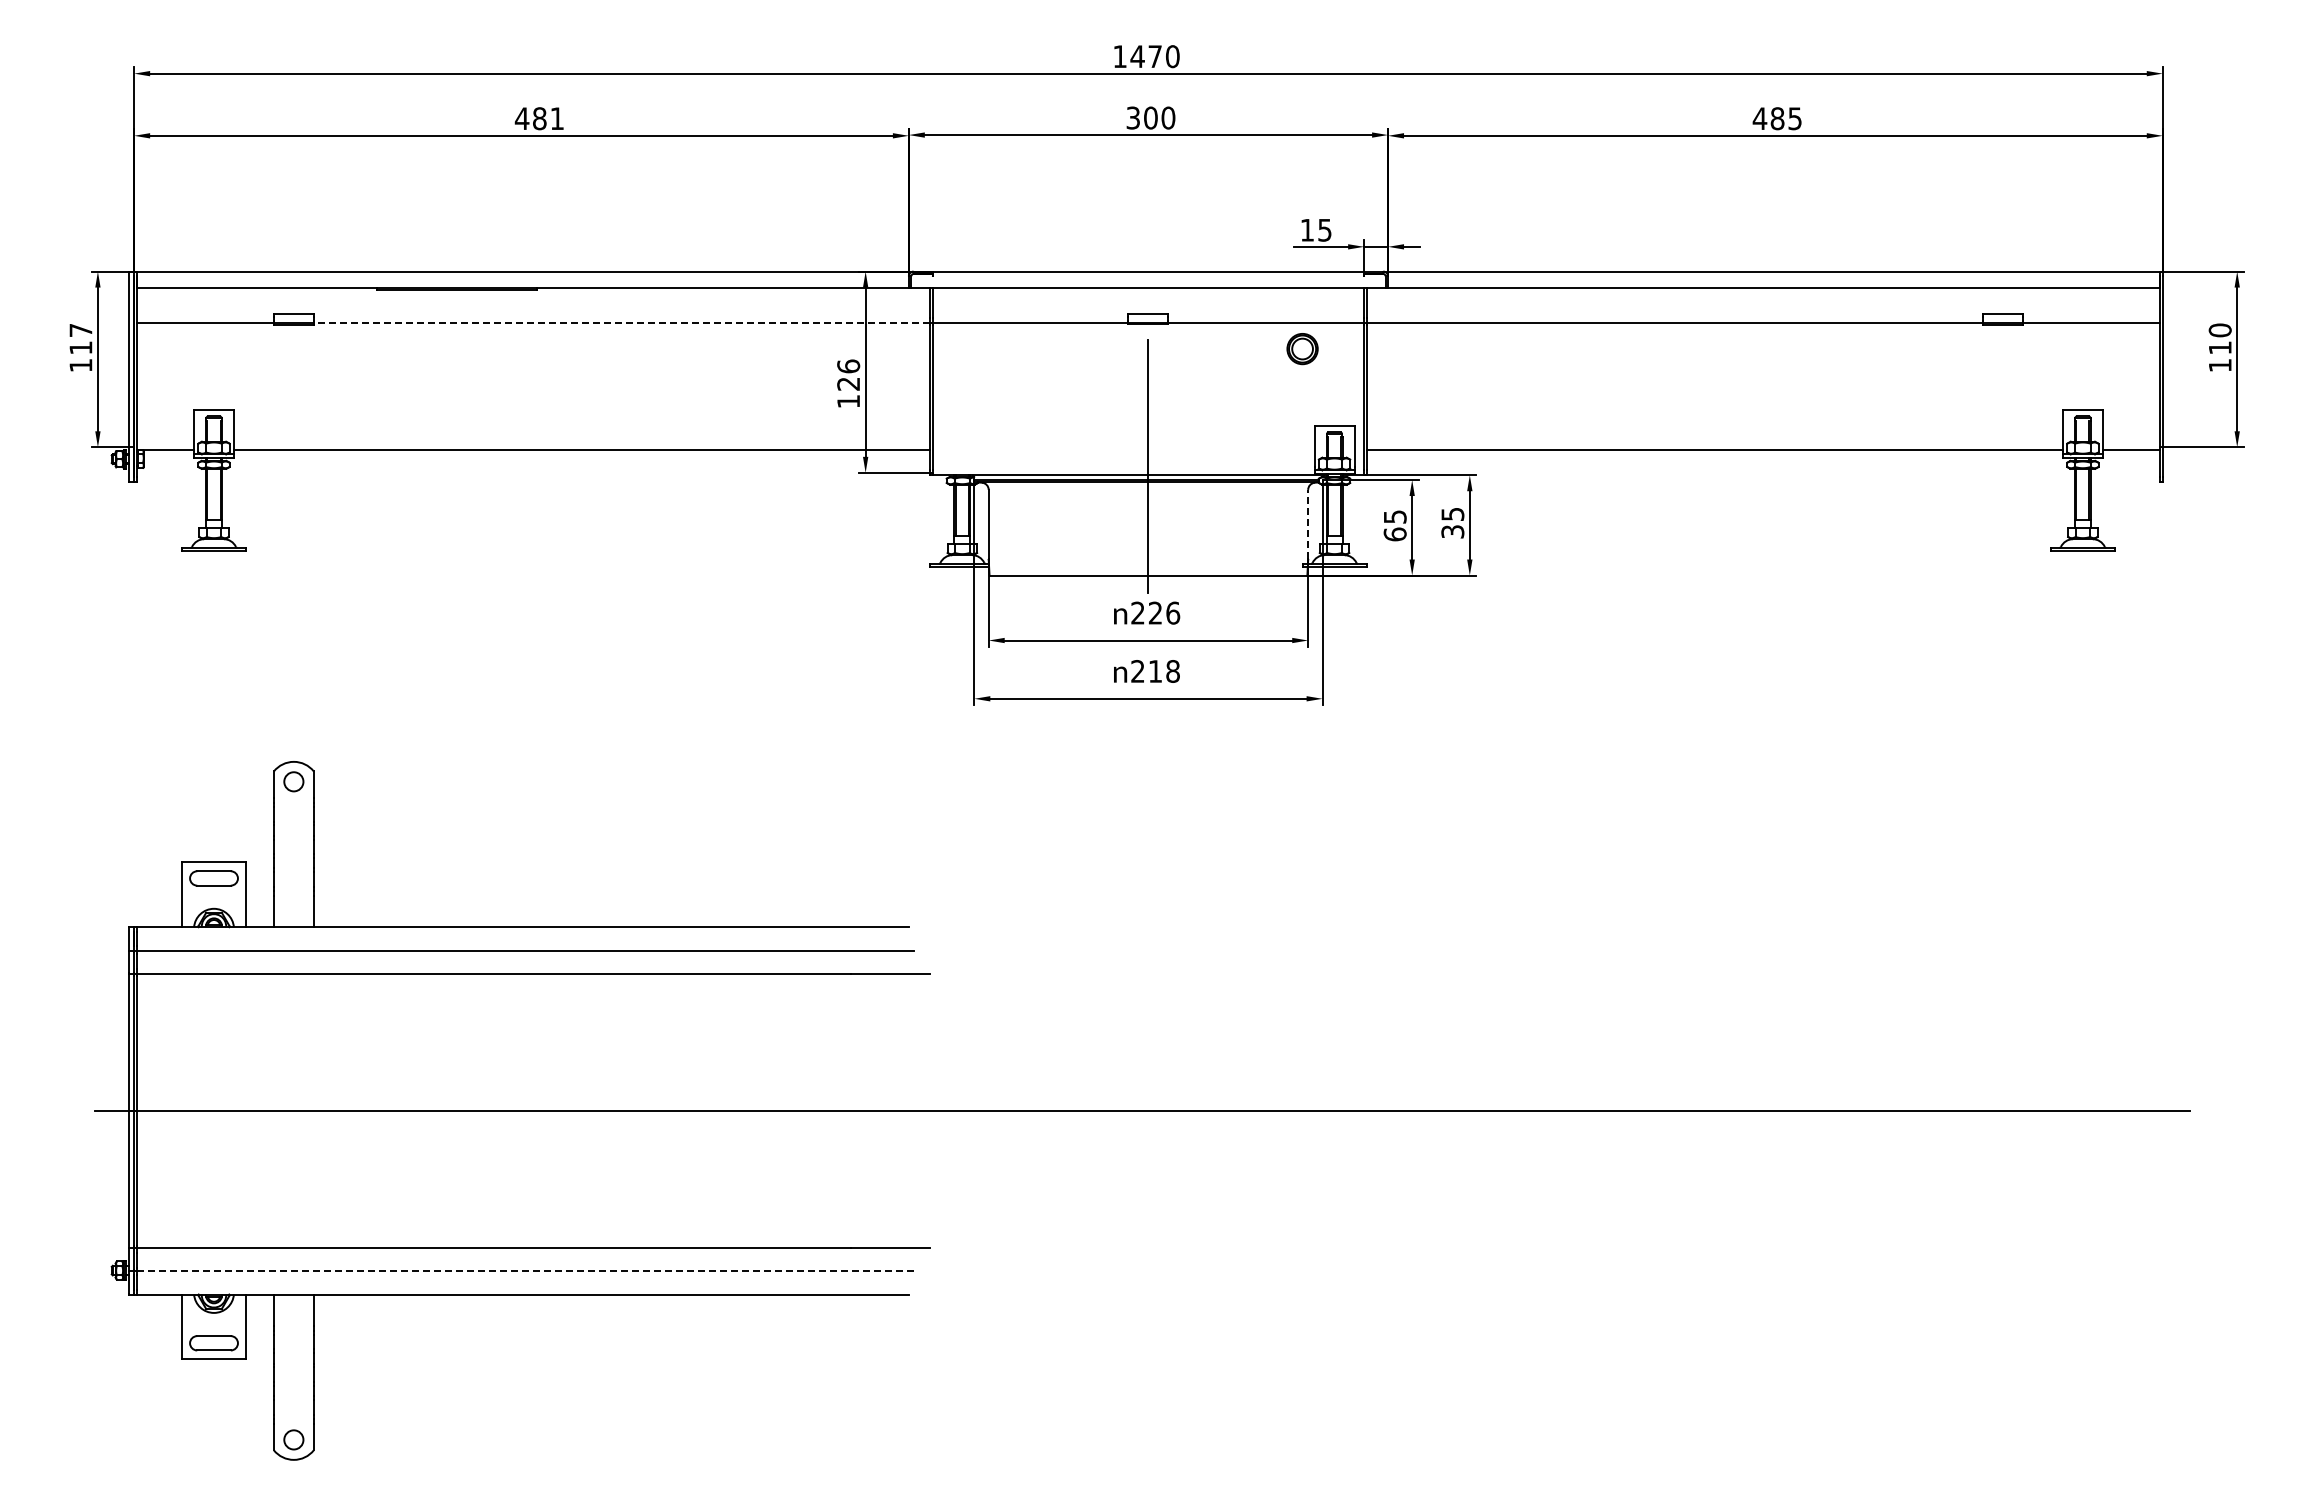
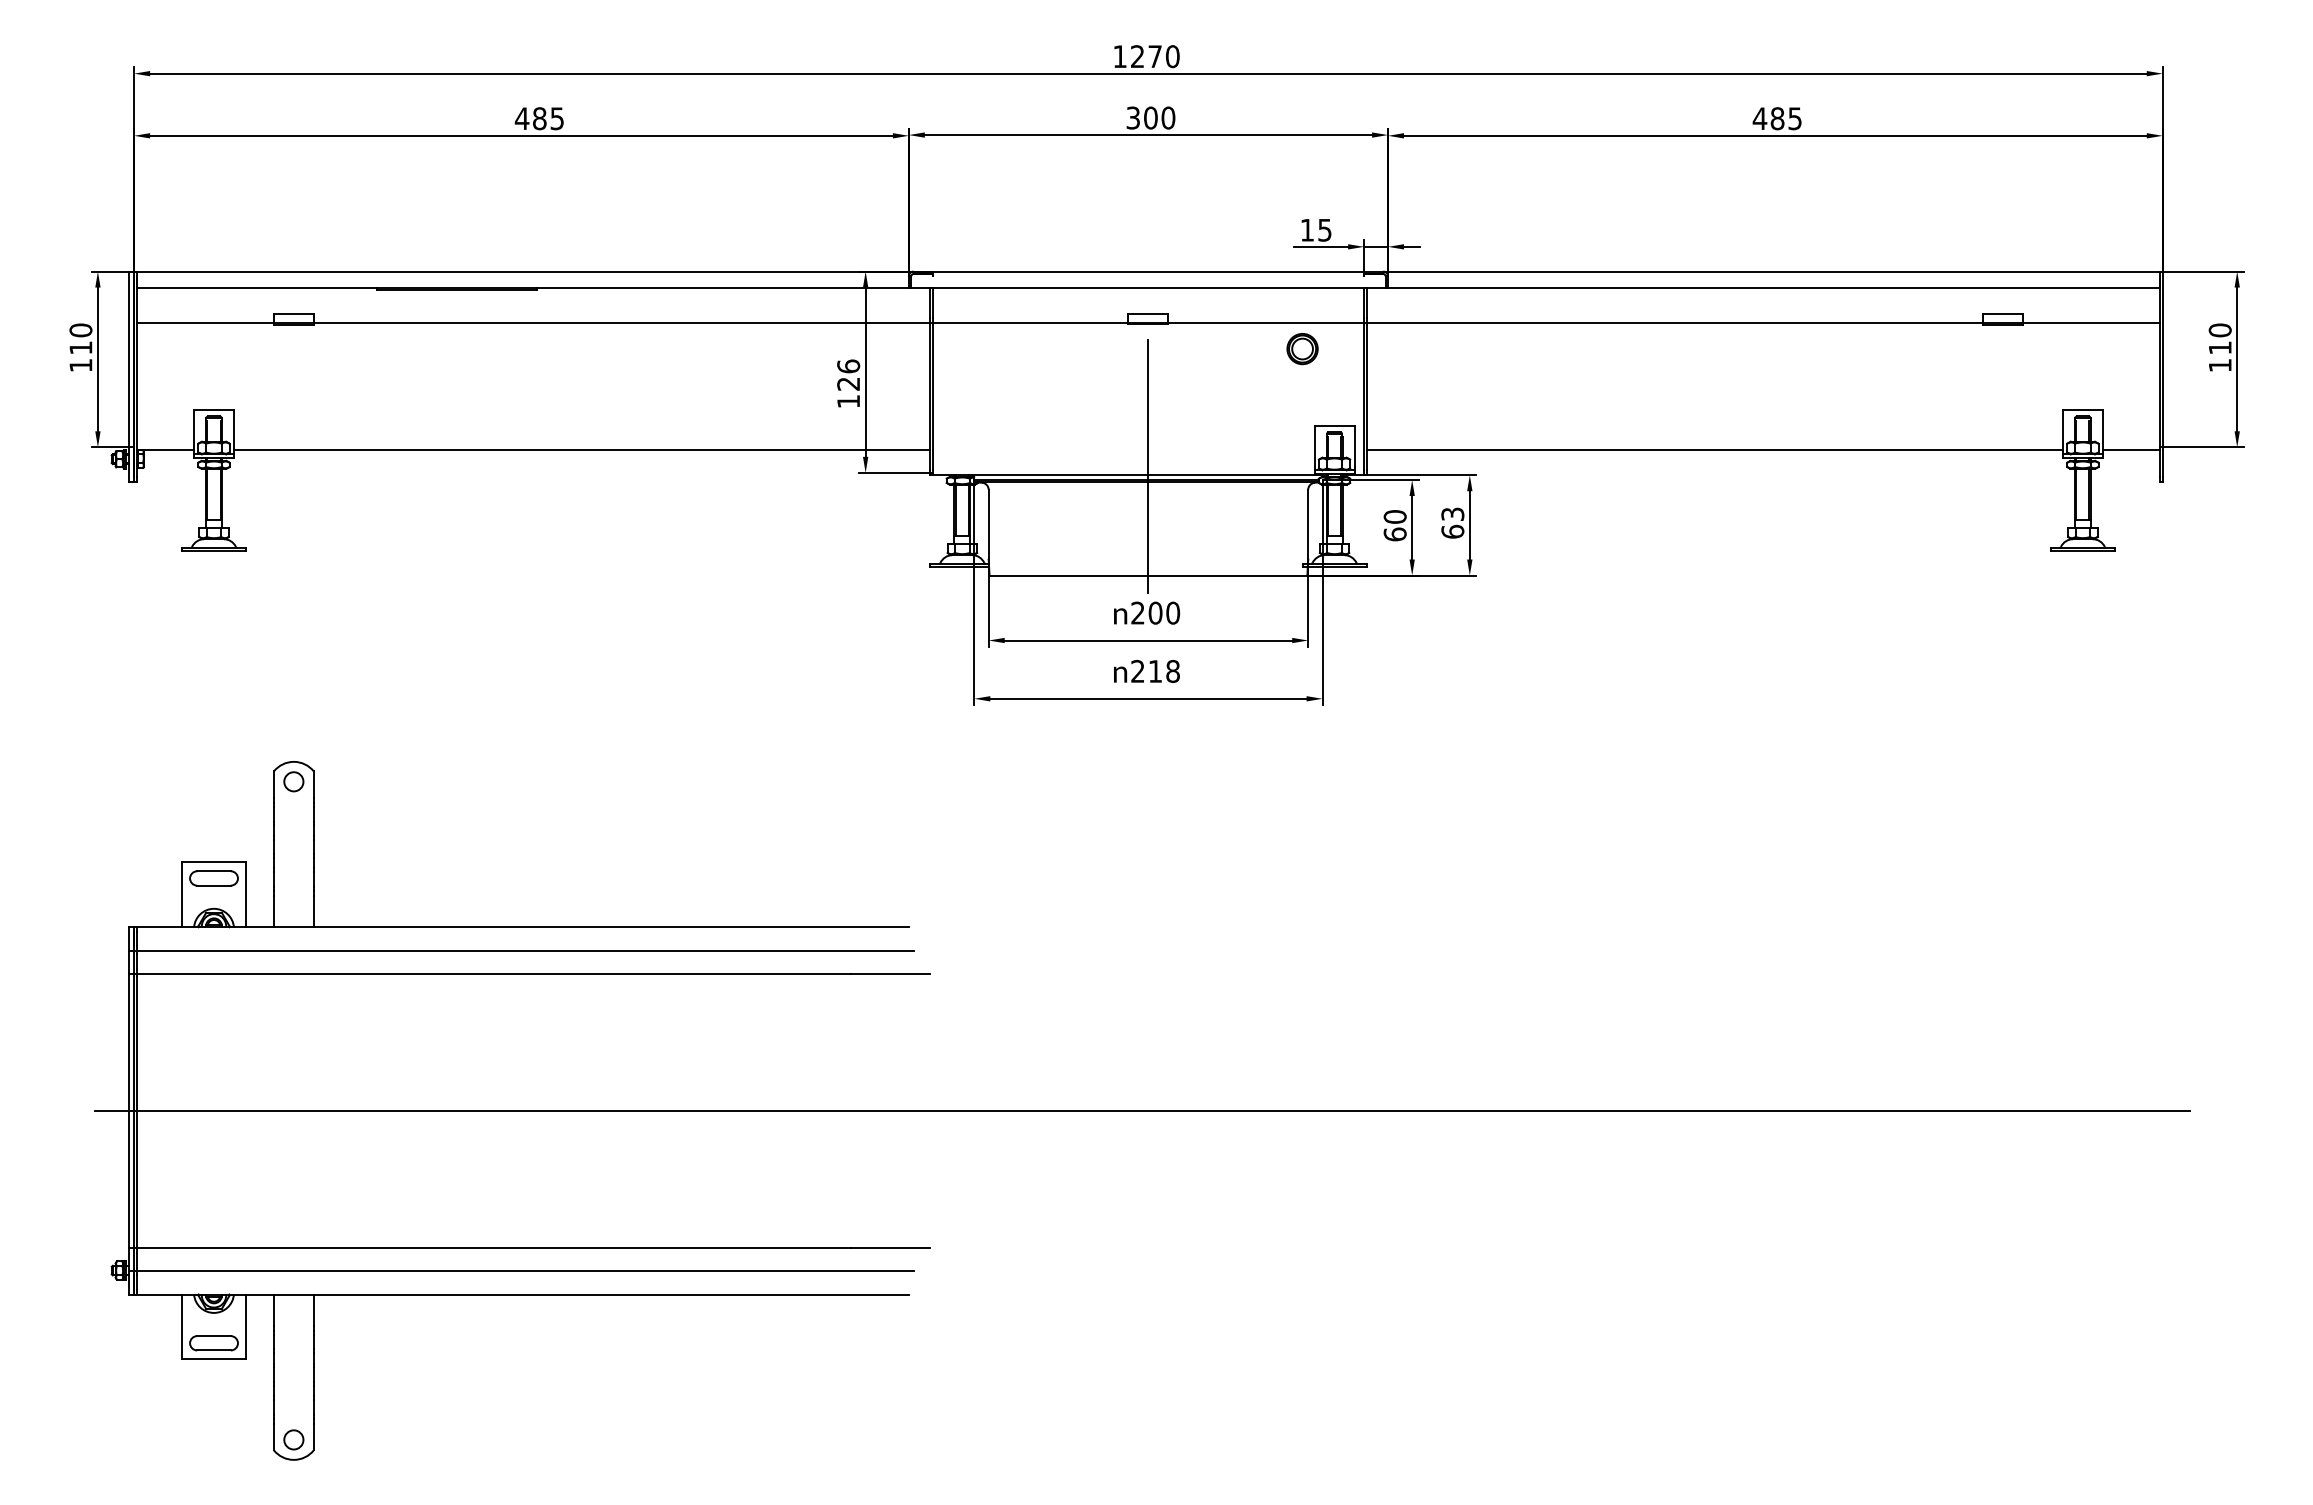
text at (1137, 56): 1470 -> 1270
text at (556, 118): 481 -> 485
line at (621, 323): dashed -> solid
text at (80, 330): 117 -> 110
text at (1394, 516): 65 -> 60
text at (1452, 522): 35 -> 63
line at (1308, 524): dashed -> solid
text at (1164, 612): 226 -> 200
line at (525, 1270): dashed -> solid
